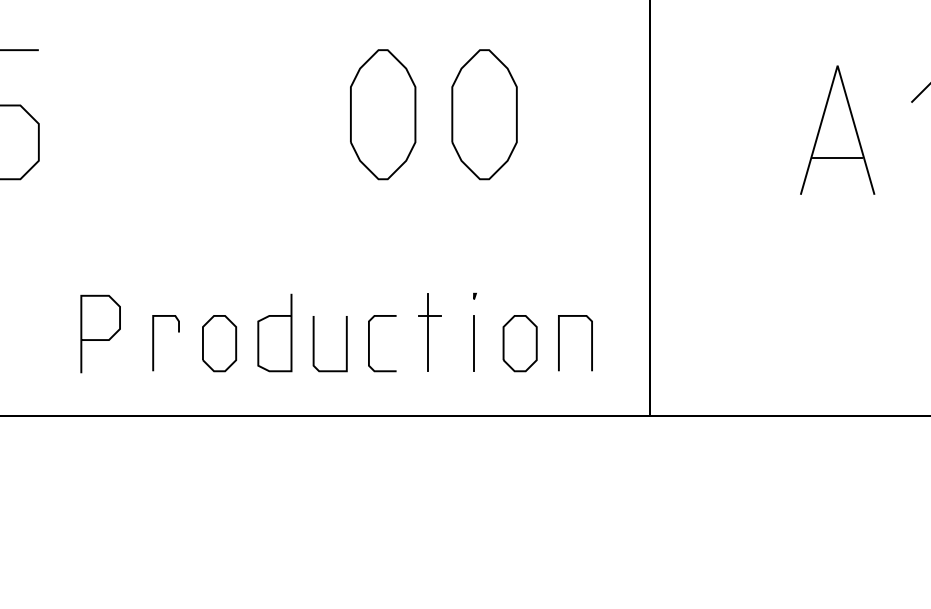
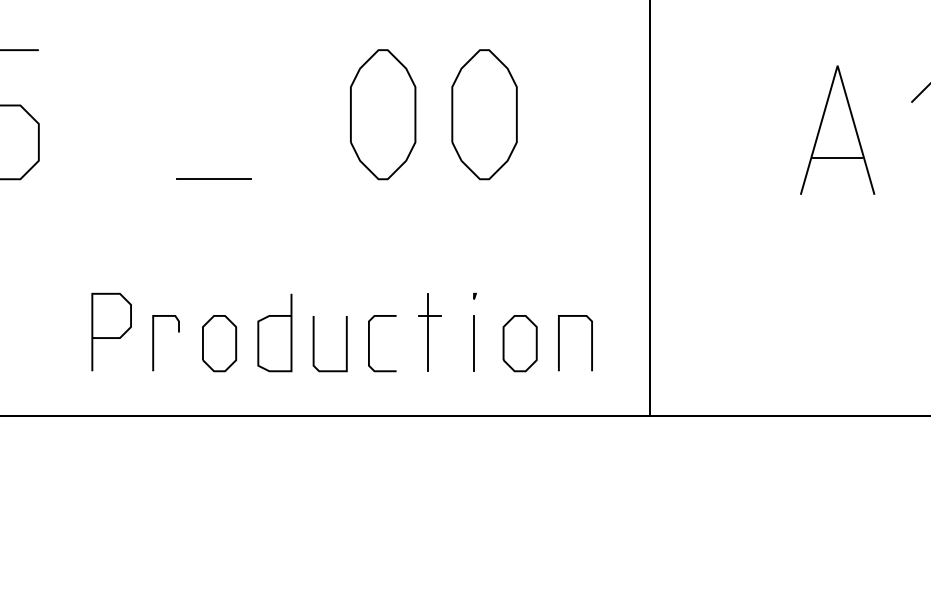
line at (213, 179): none -> present
curve at (100, 339) position: (100, 339) -> (111, 337)
